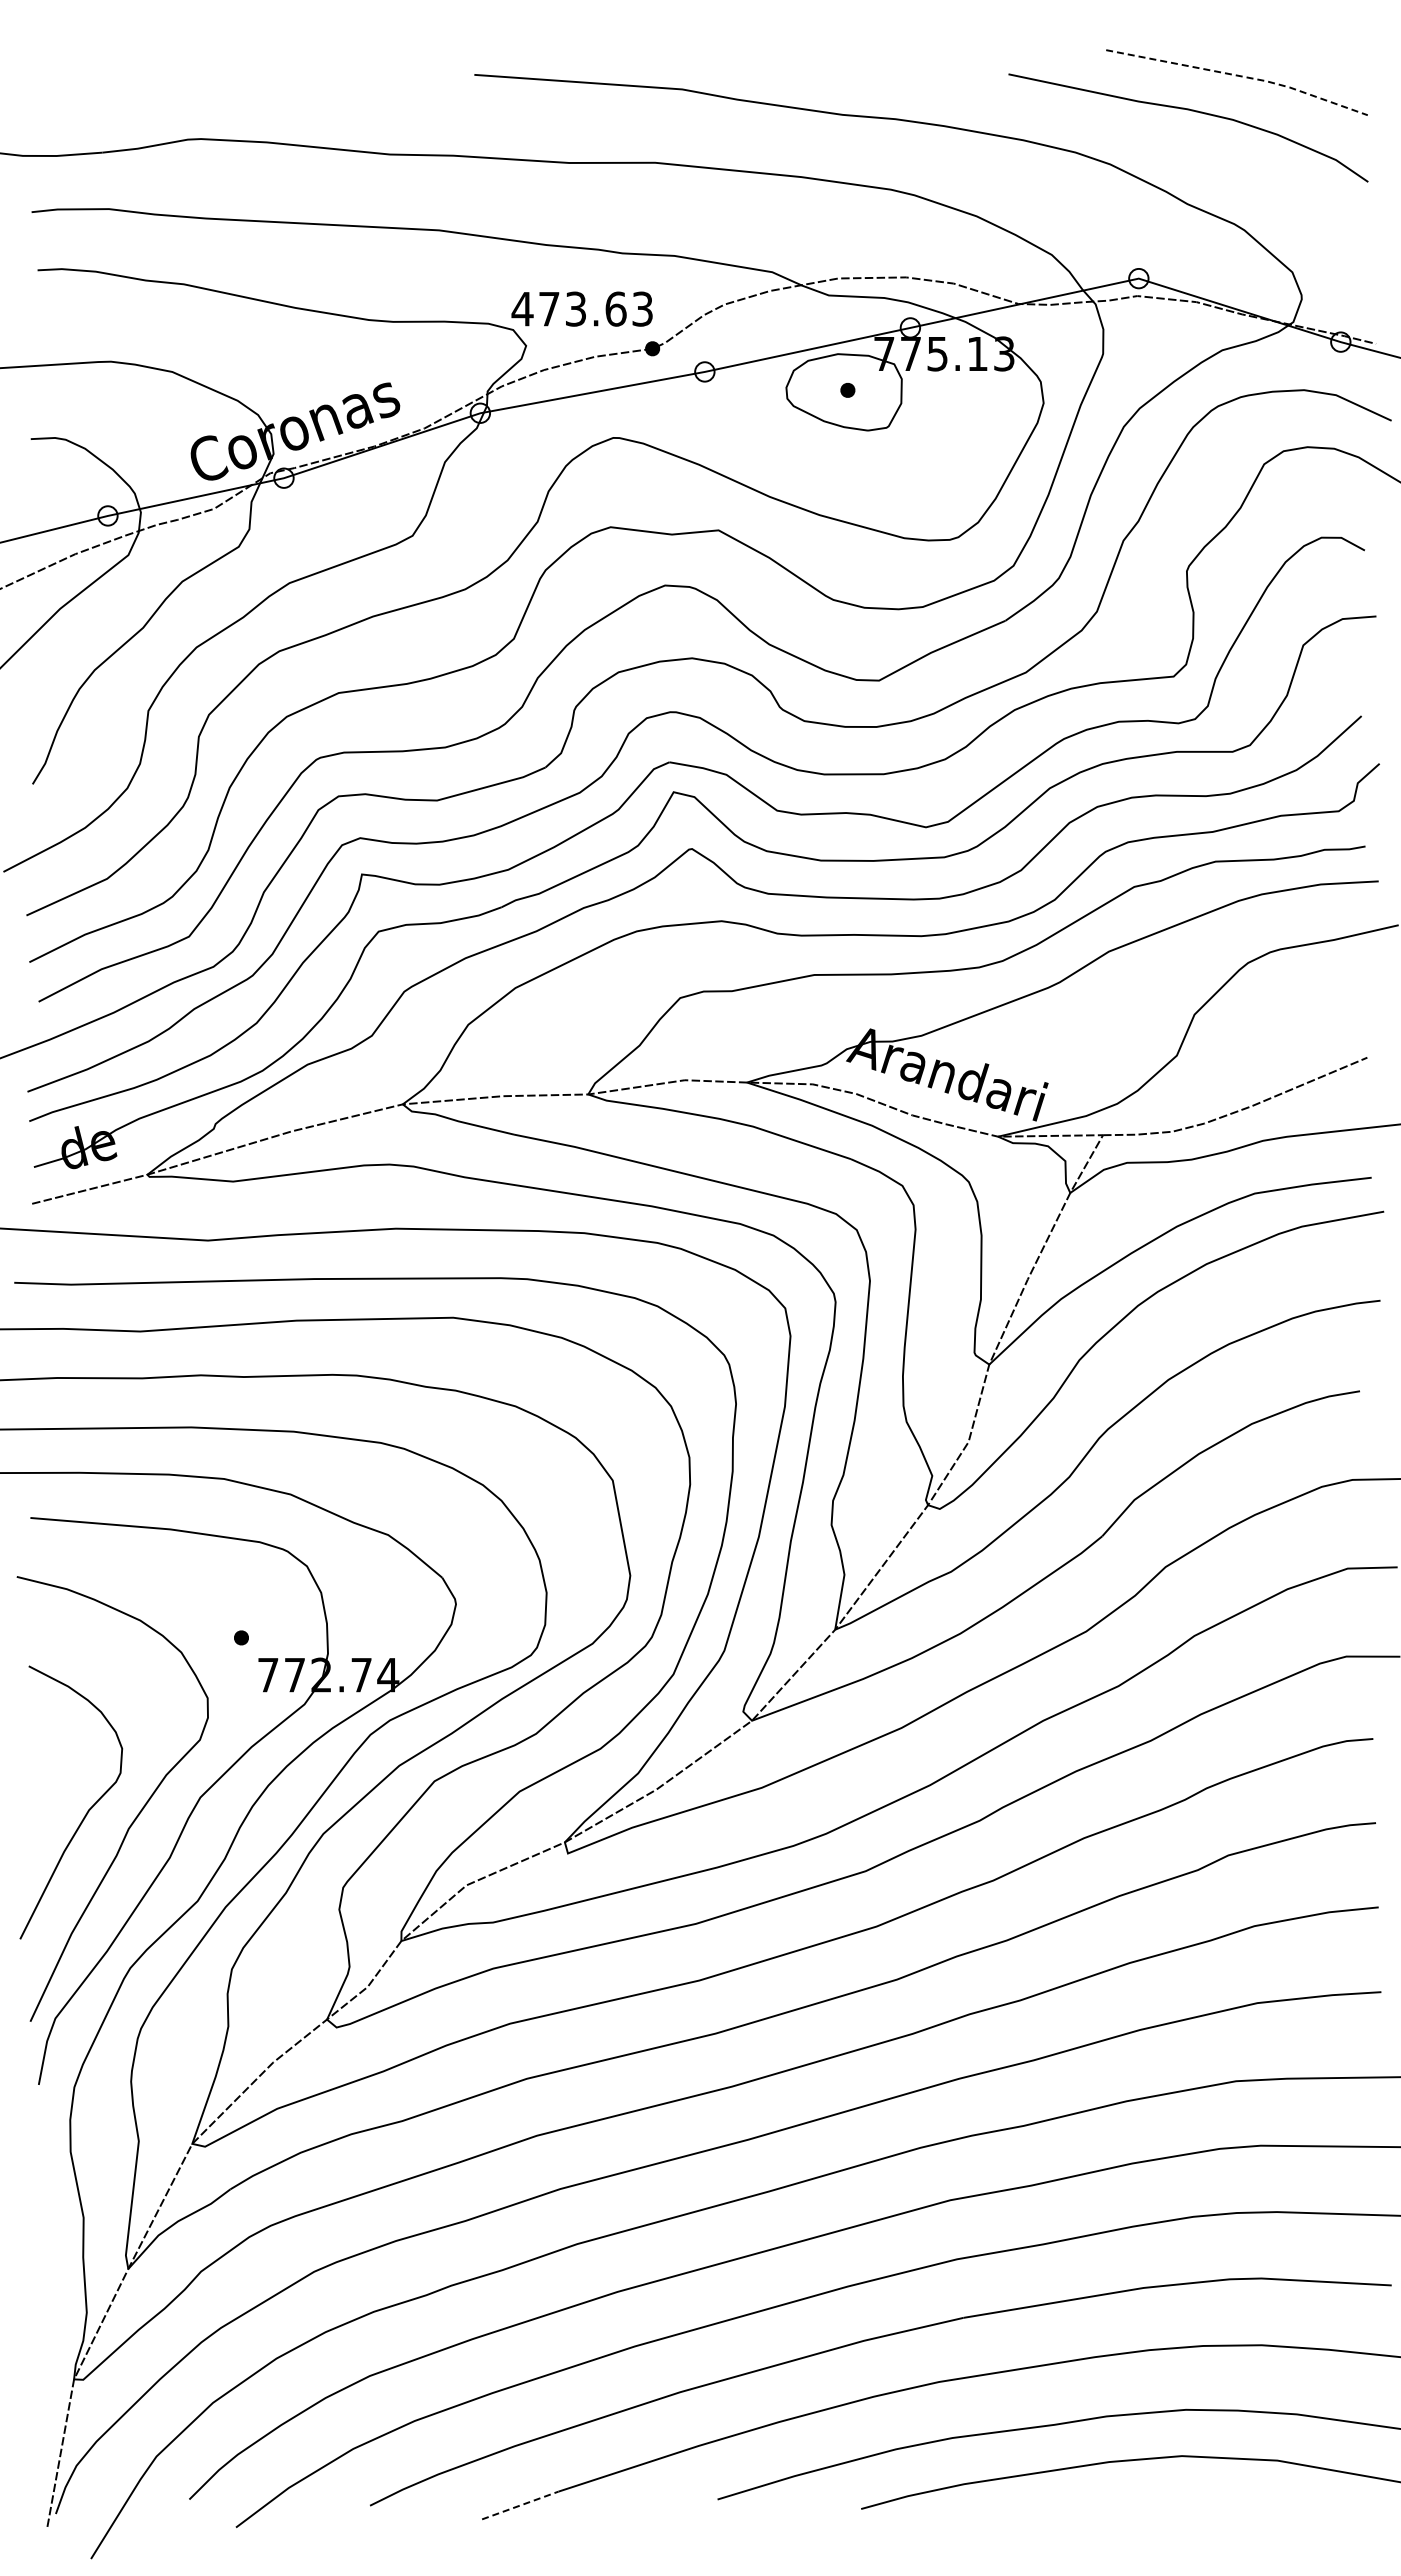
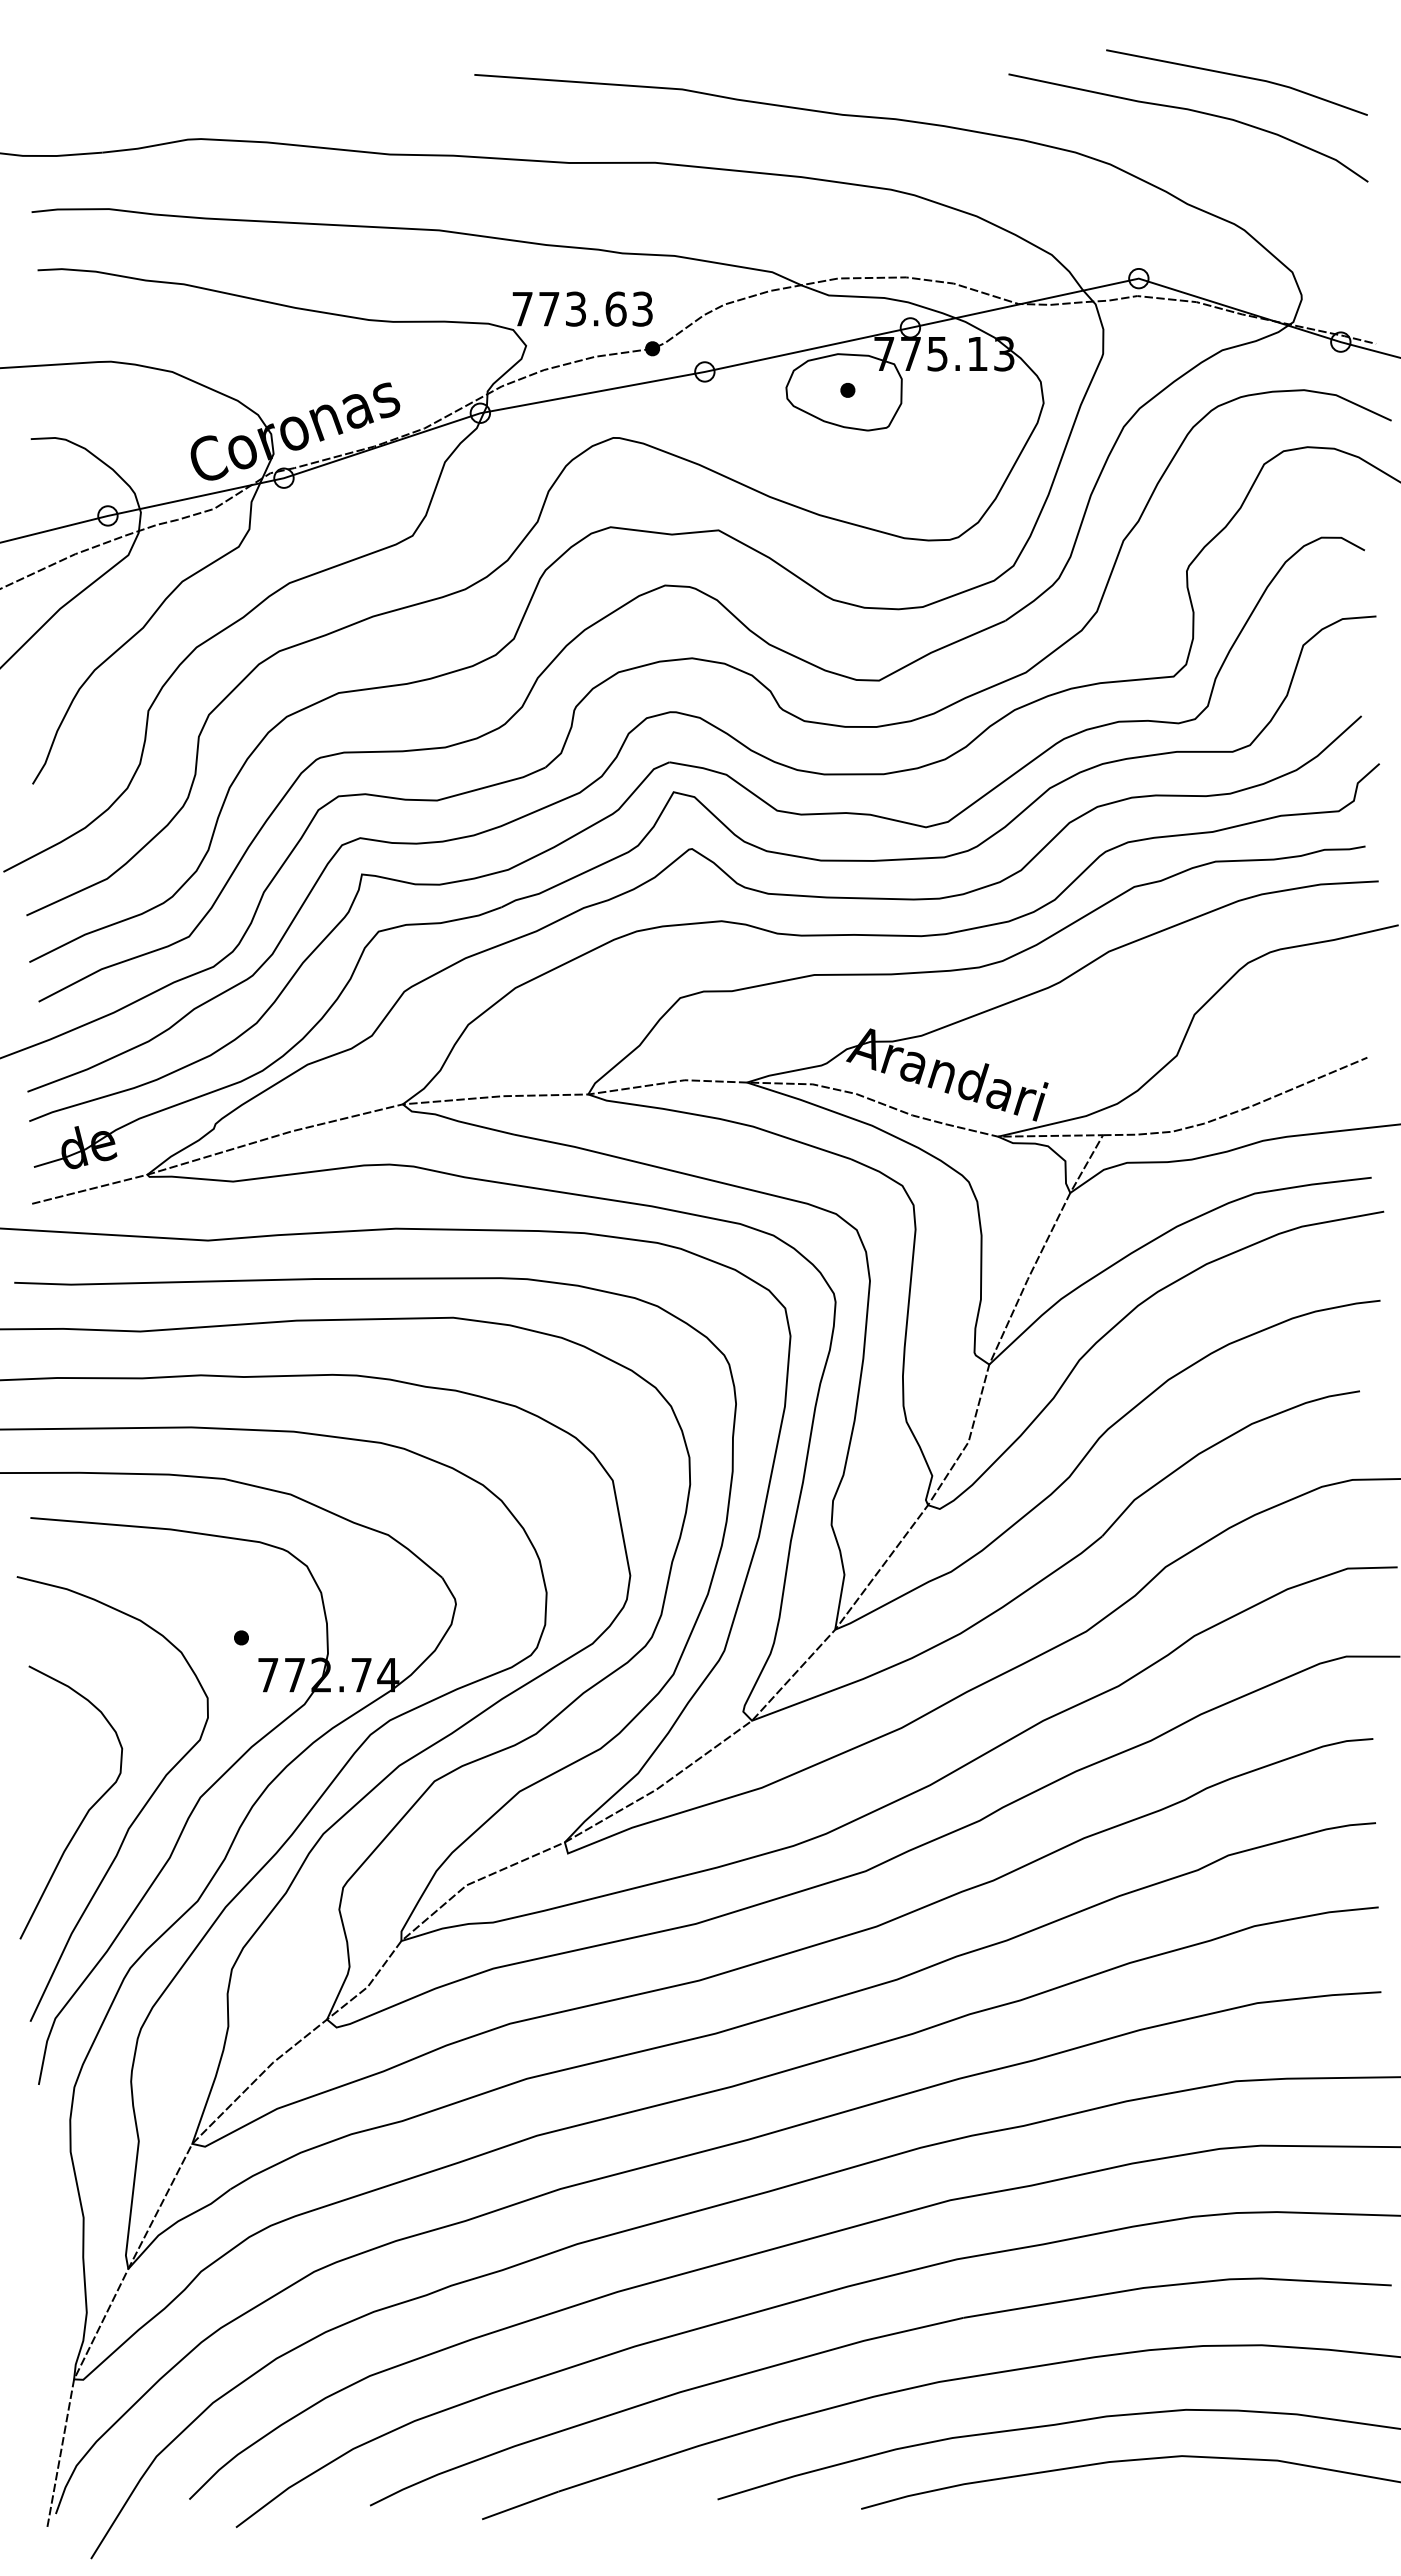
line at (1240, 76): dashed -> solid
text at (522, 309): 473.63 -> 773.63
line at (520, 2505): dashed -> solid
